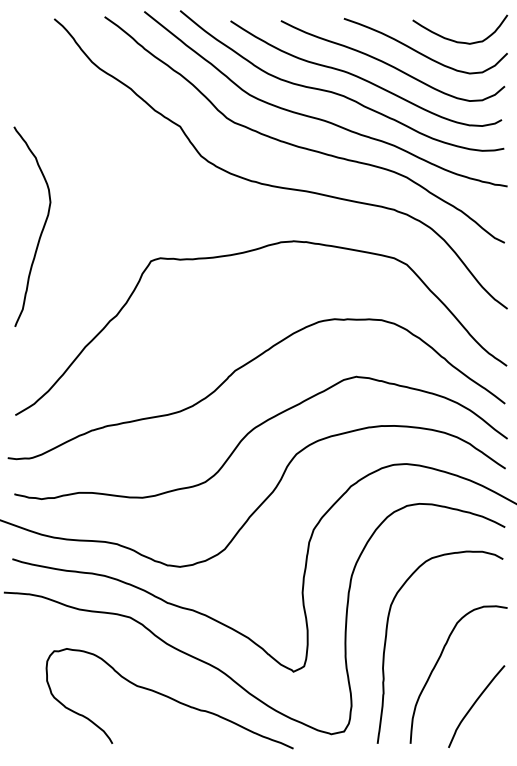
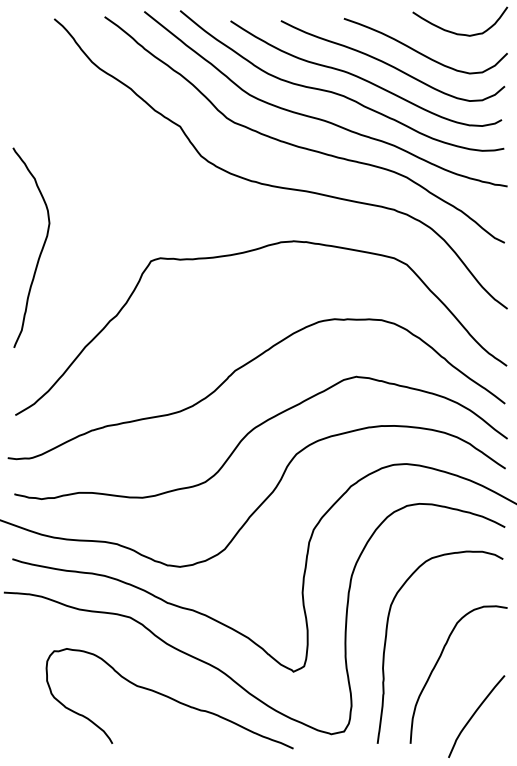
curve at (460, 41) position: (460, 41) -> (460, 33)
curve at (41, 230) position: (41, 230) -> (40, 251)
curve at (474, 705) position: (474, 705) -> (474, 715)
